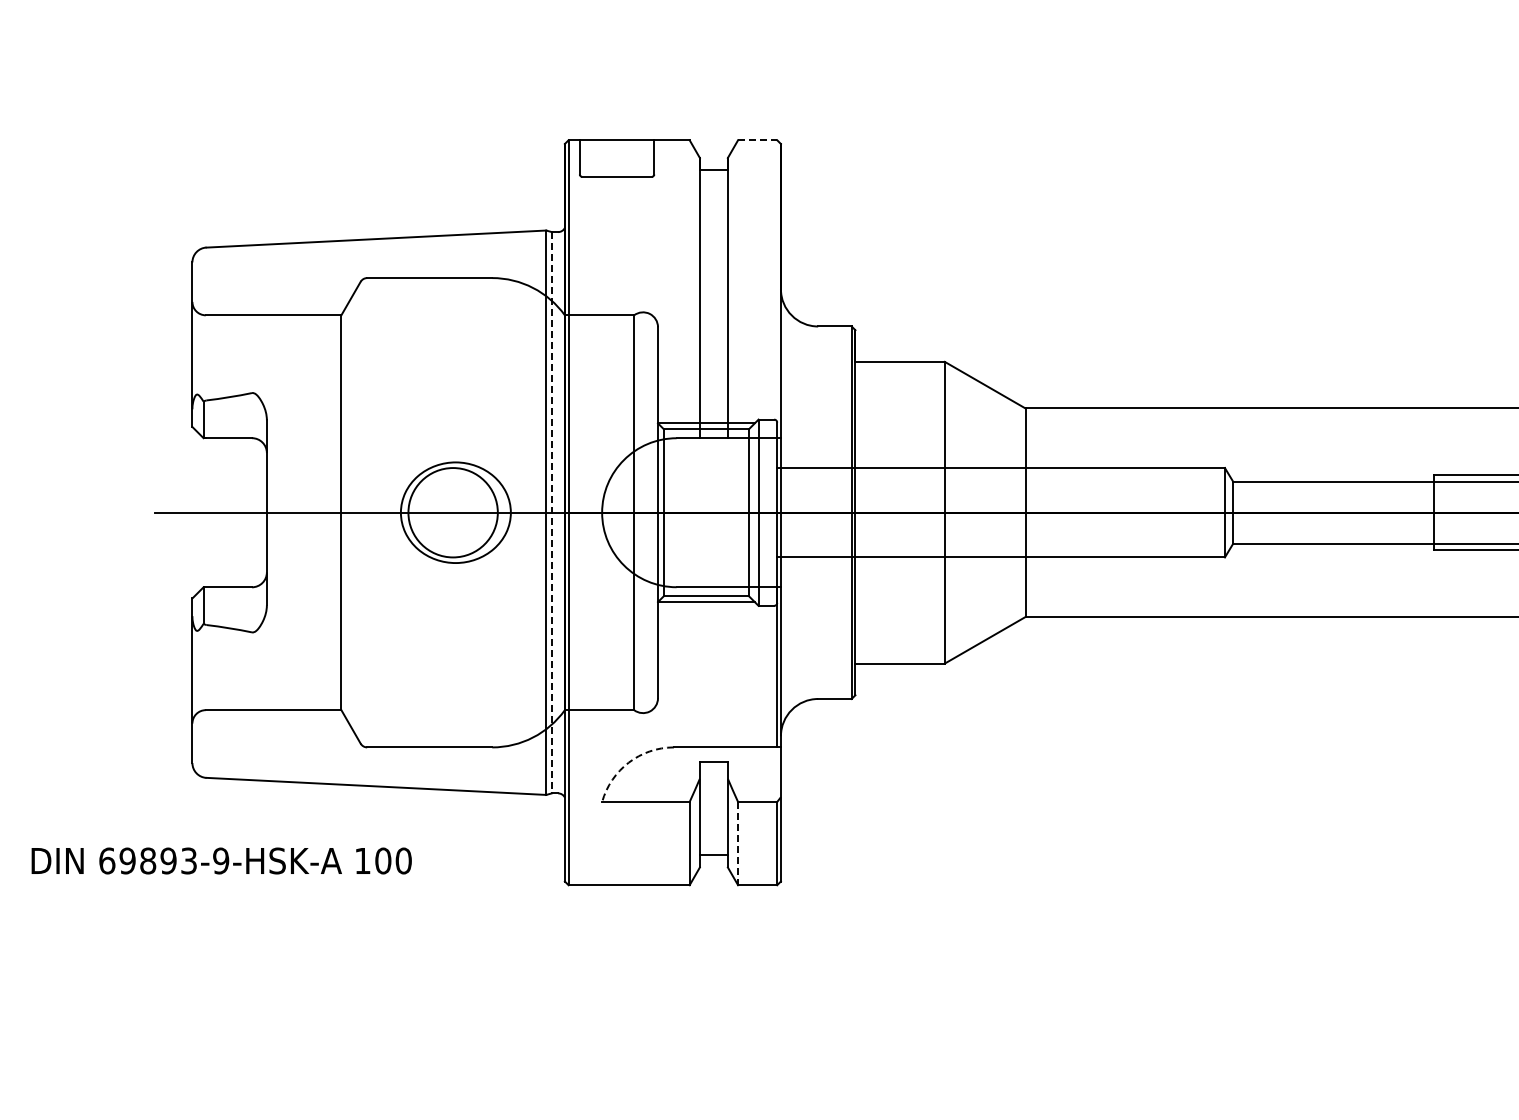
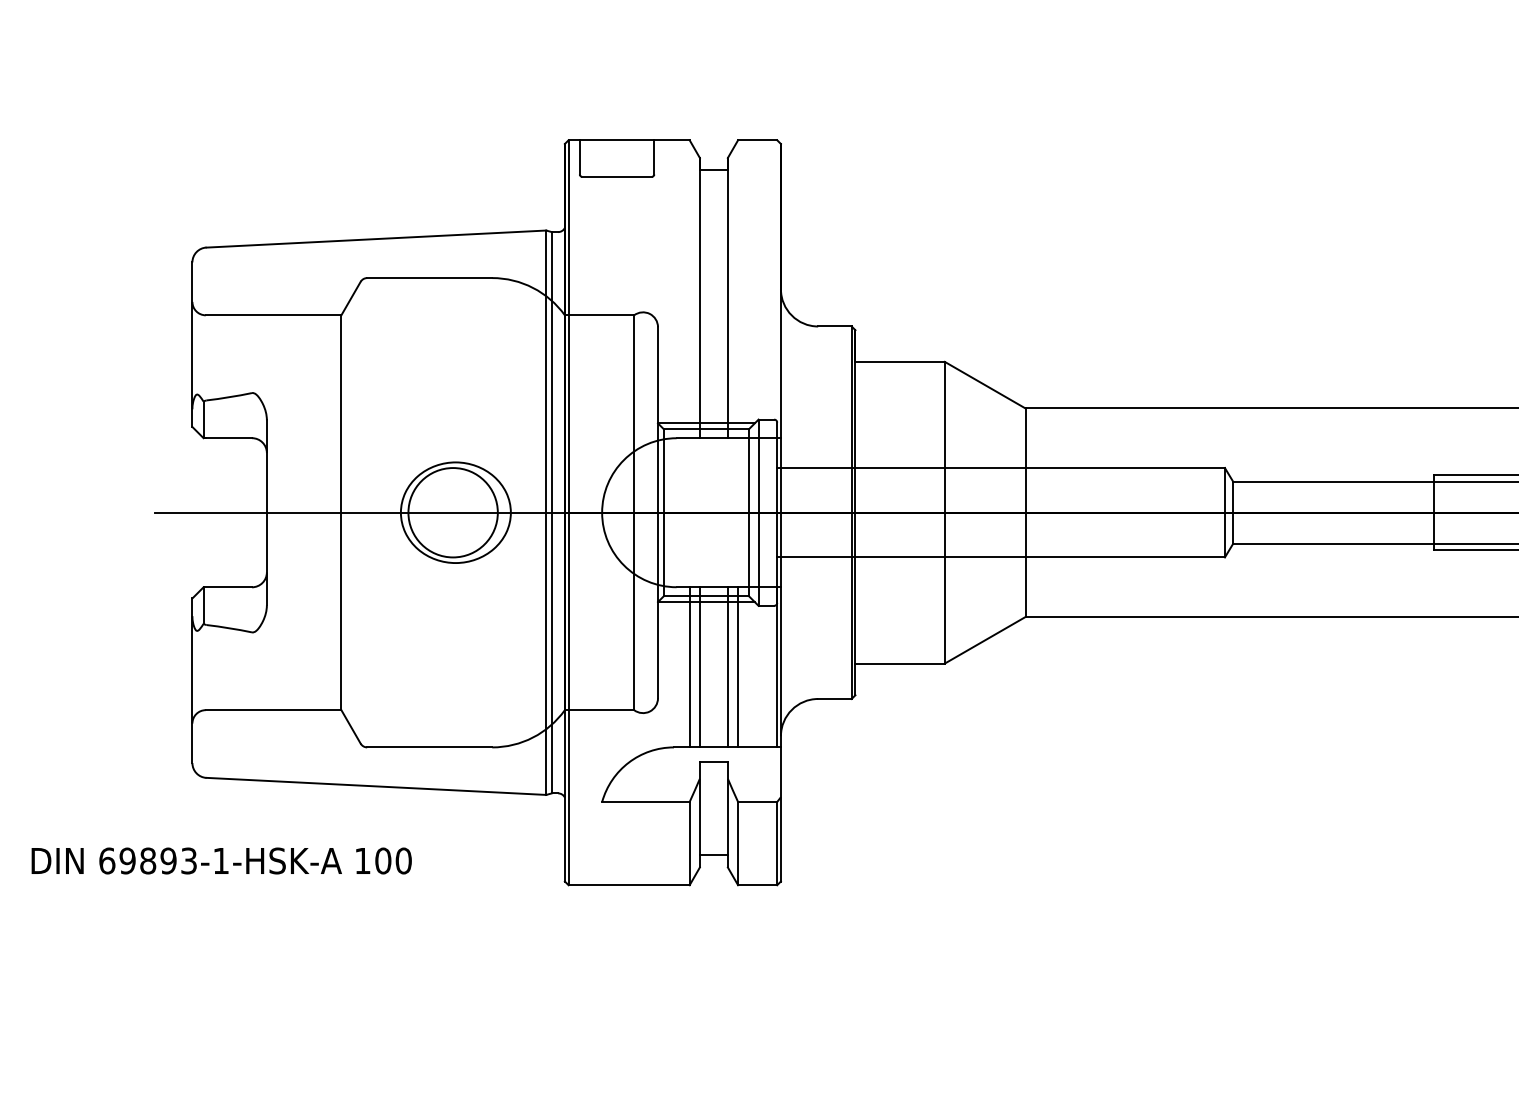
line at (757, 140): dashed -> solid
line at (551, 512): dashed -> solid
line at (689, 667): none -> present
line at (699, 667): none -> present
line at (727, 667): none -> present
line at (738, 667): none -> present
arc at (628, 762): dashed -> solid
line at (738, 843): dashed -> solid
text at (221, 860): 69893-9-HSK-A -> 69893-1-HSK-A
